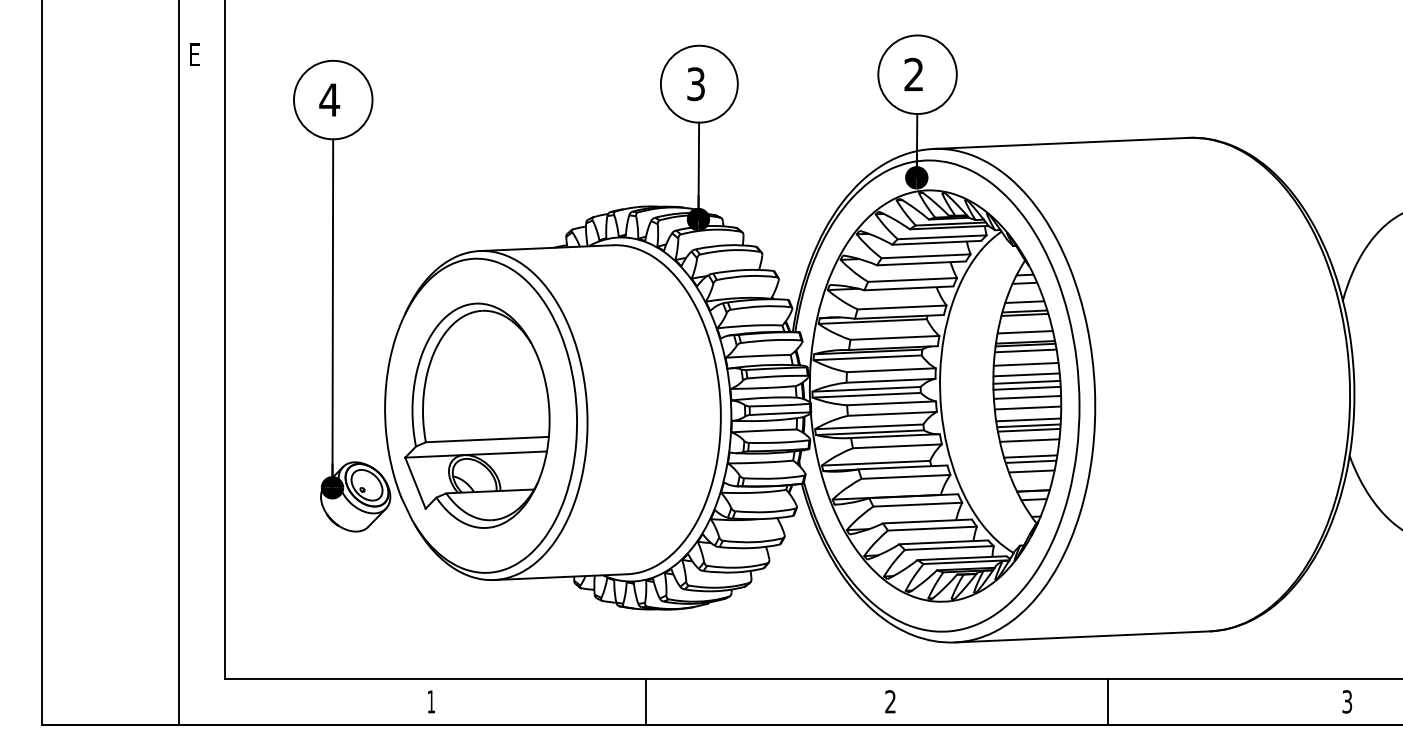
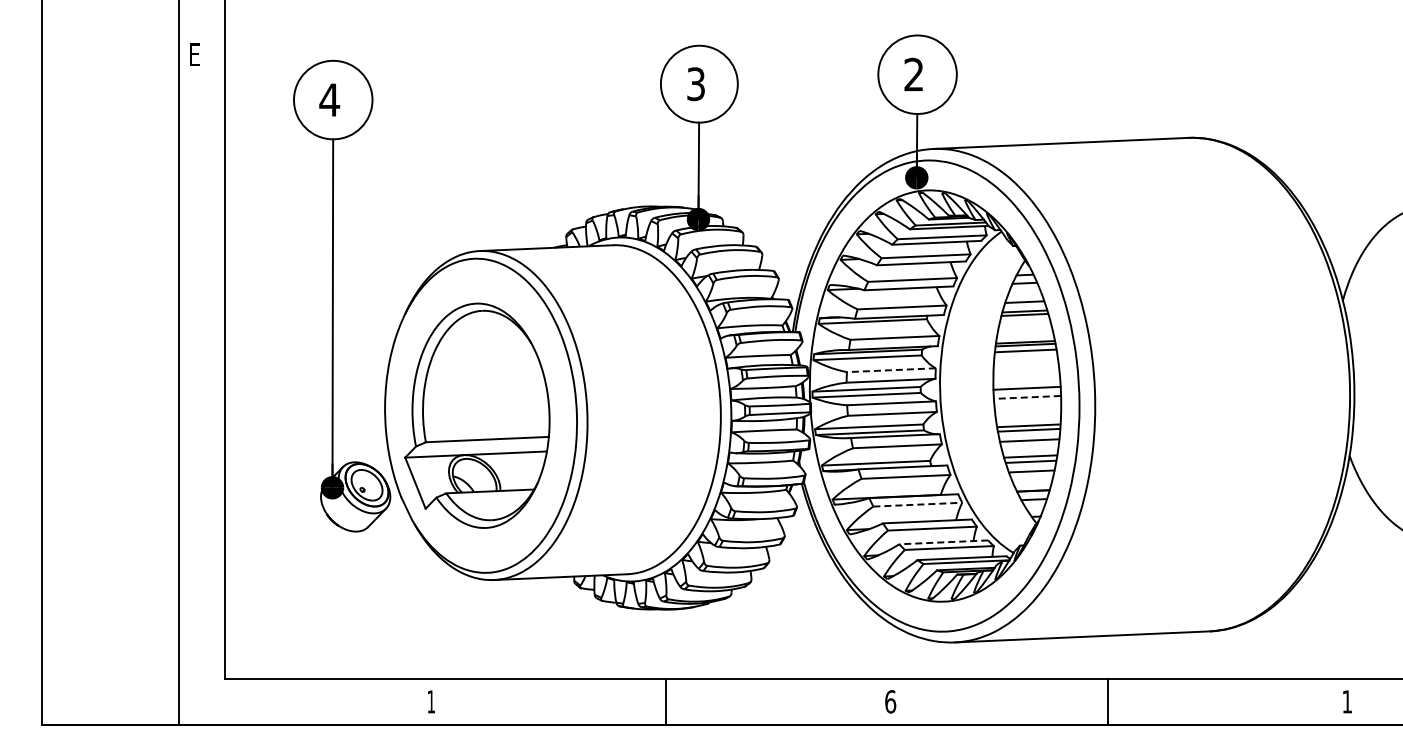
line at (1024, 332): present -> none
line at (1025, 363): present -> none
line at (890, 370): solid -> dashed
line at (1026, 374): present -> none
line at (1026, 381): present -> none
line at (1026, 397): solid -> dashed
line at (1027, 407): present -> none
line at (1028, 419): present -> none
line at (918, 504): solid -> dashed
line at (943, 542): solid -> dashed
line at (645, 701) position: (645, 701) -> (665, 701)
text at (890, 701): 2 -> 6
text at (1347, 701): 3 -> 1
